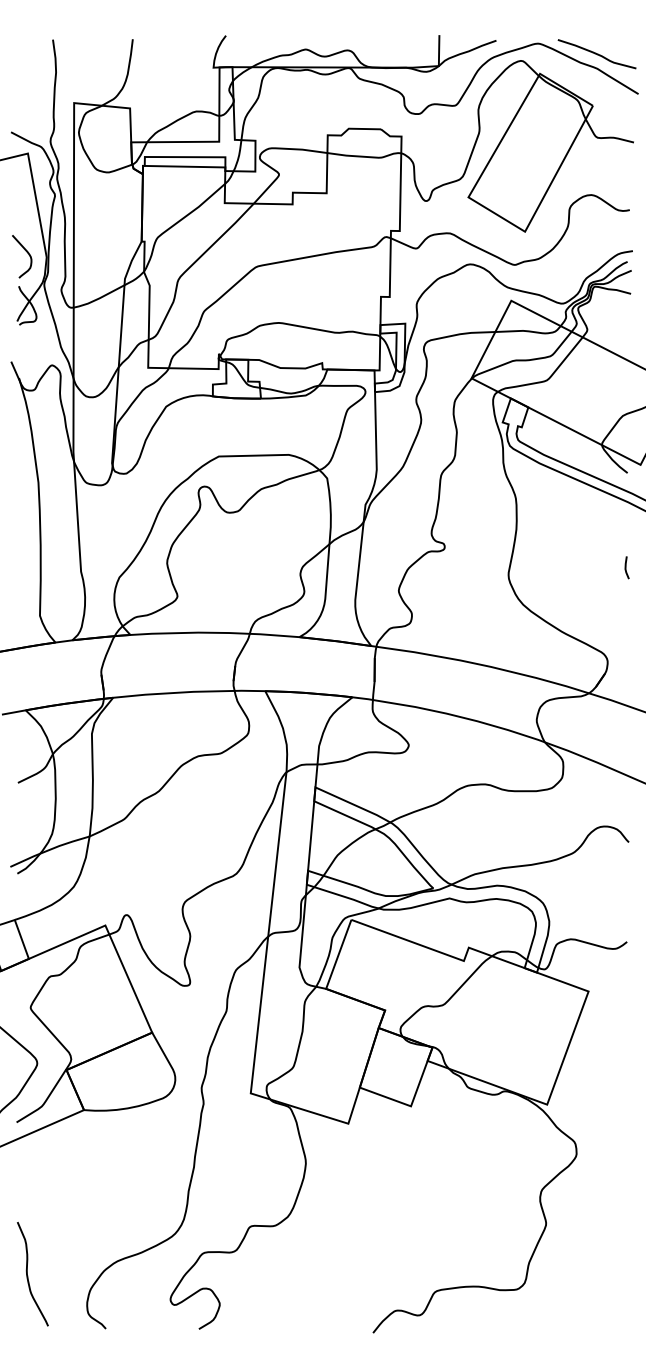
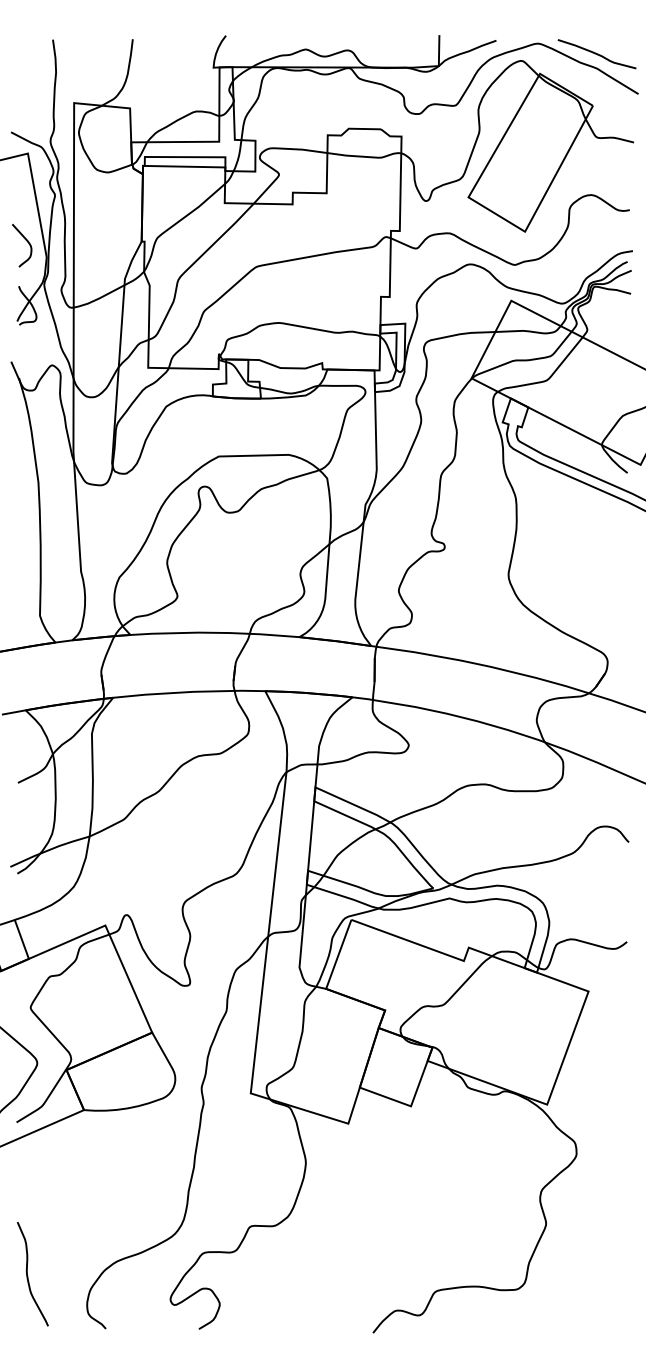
curve at (26, 252) position: (26, 252) -> (26, 241)
line at (626, 567): present -> none
